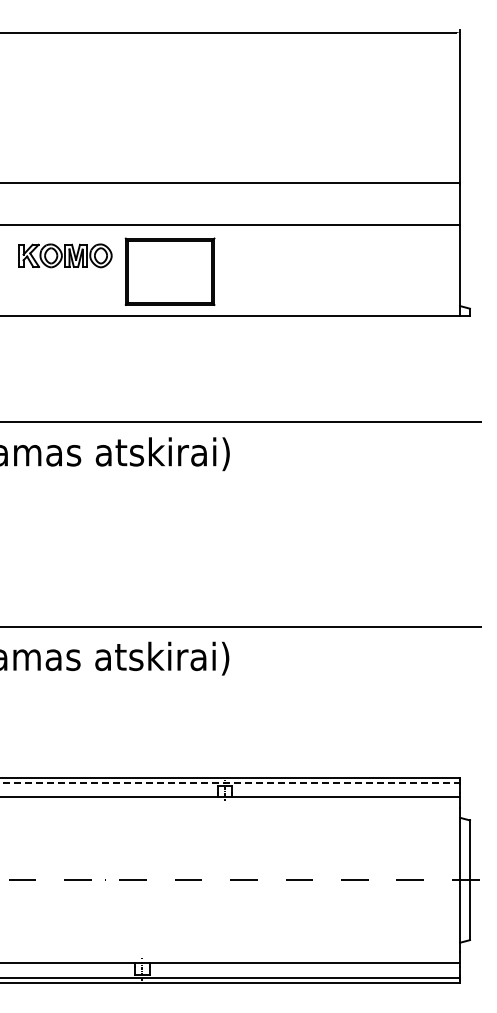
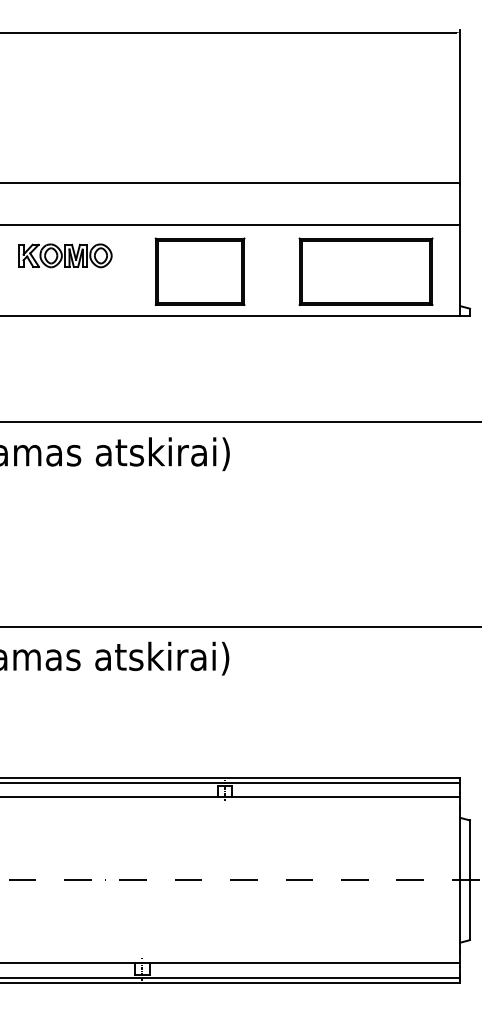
part at (169, 271) position: (169, 271) -> (199, 271)
part at (365, 271): none -> present
line at (230, 782): dashed -> solid
